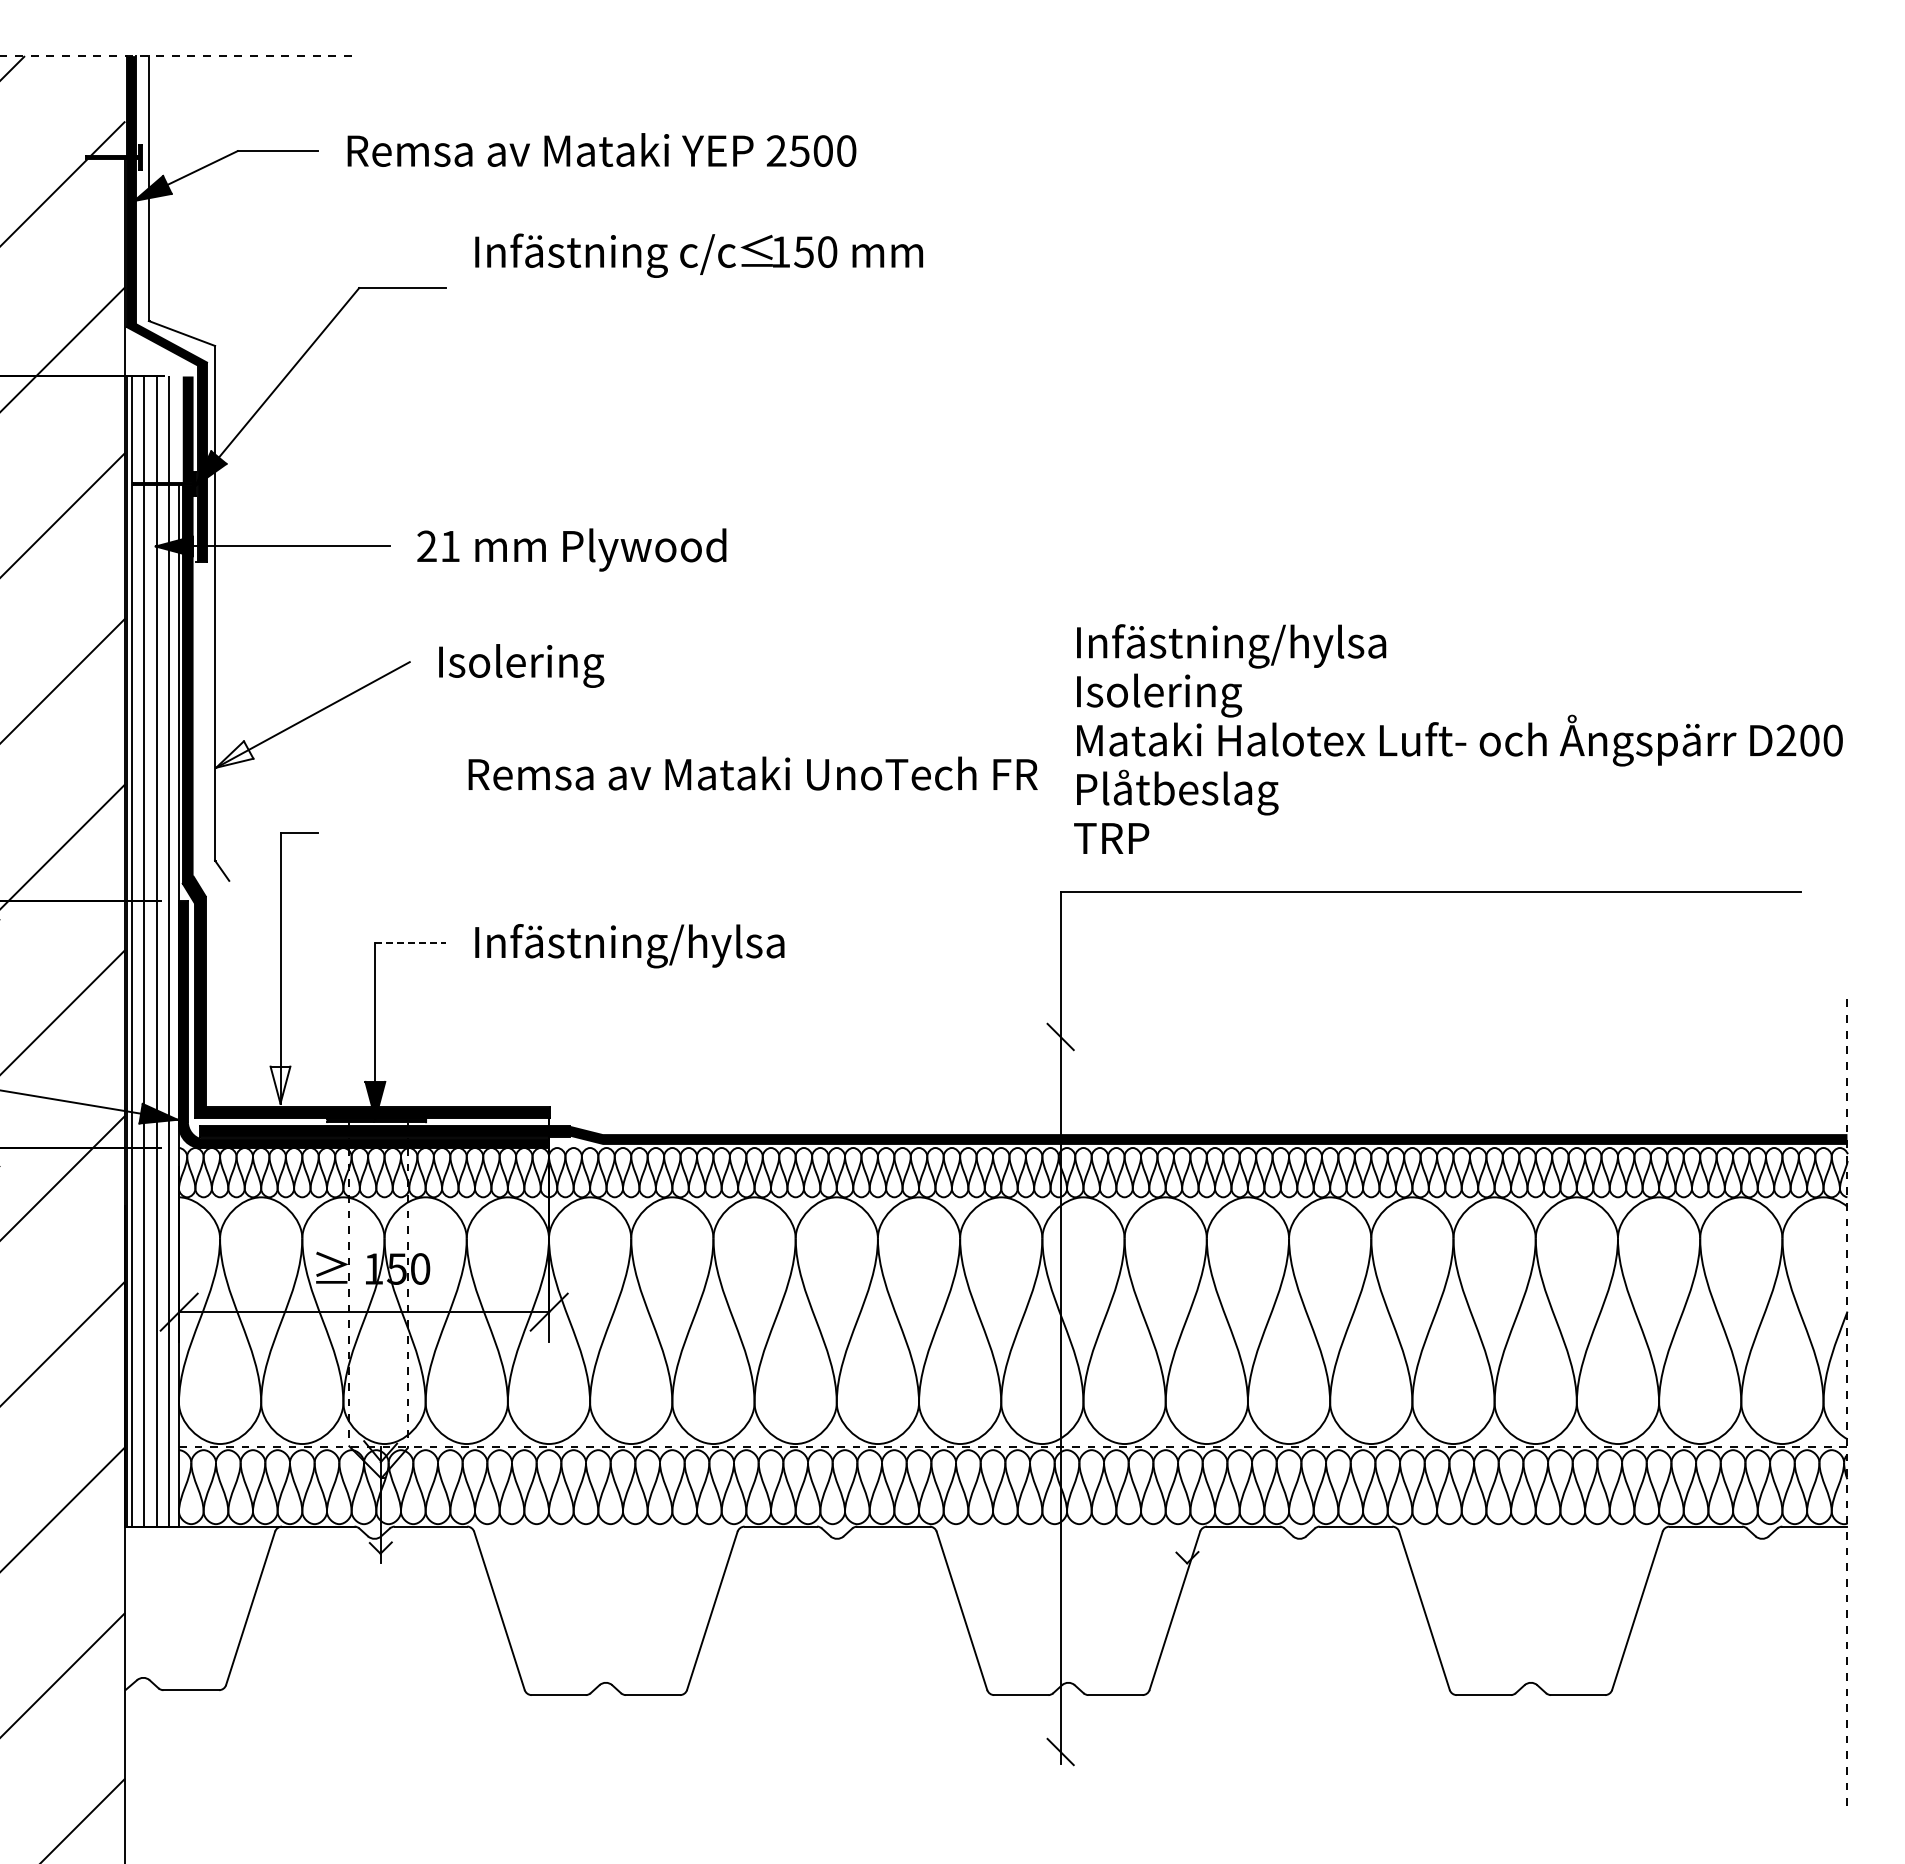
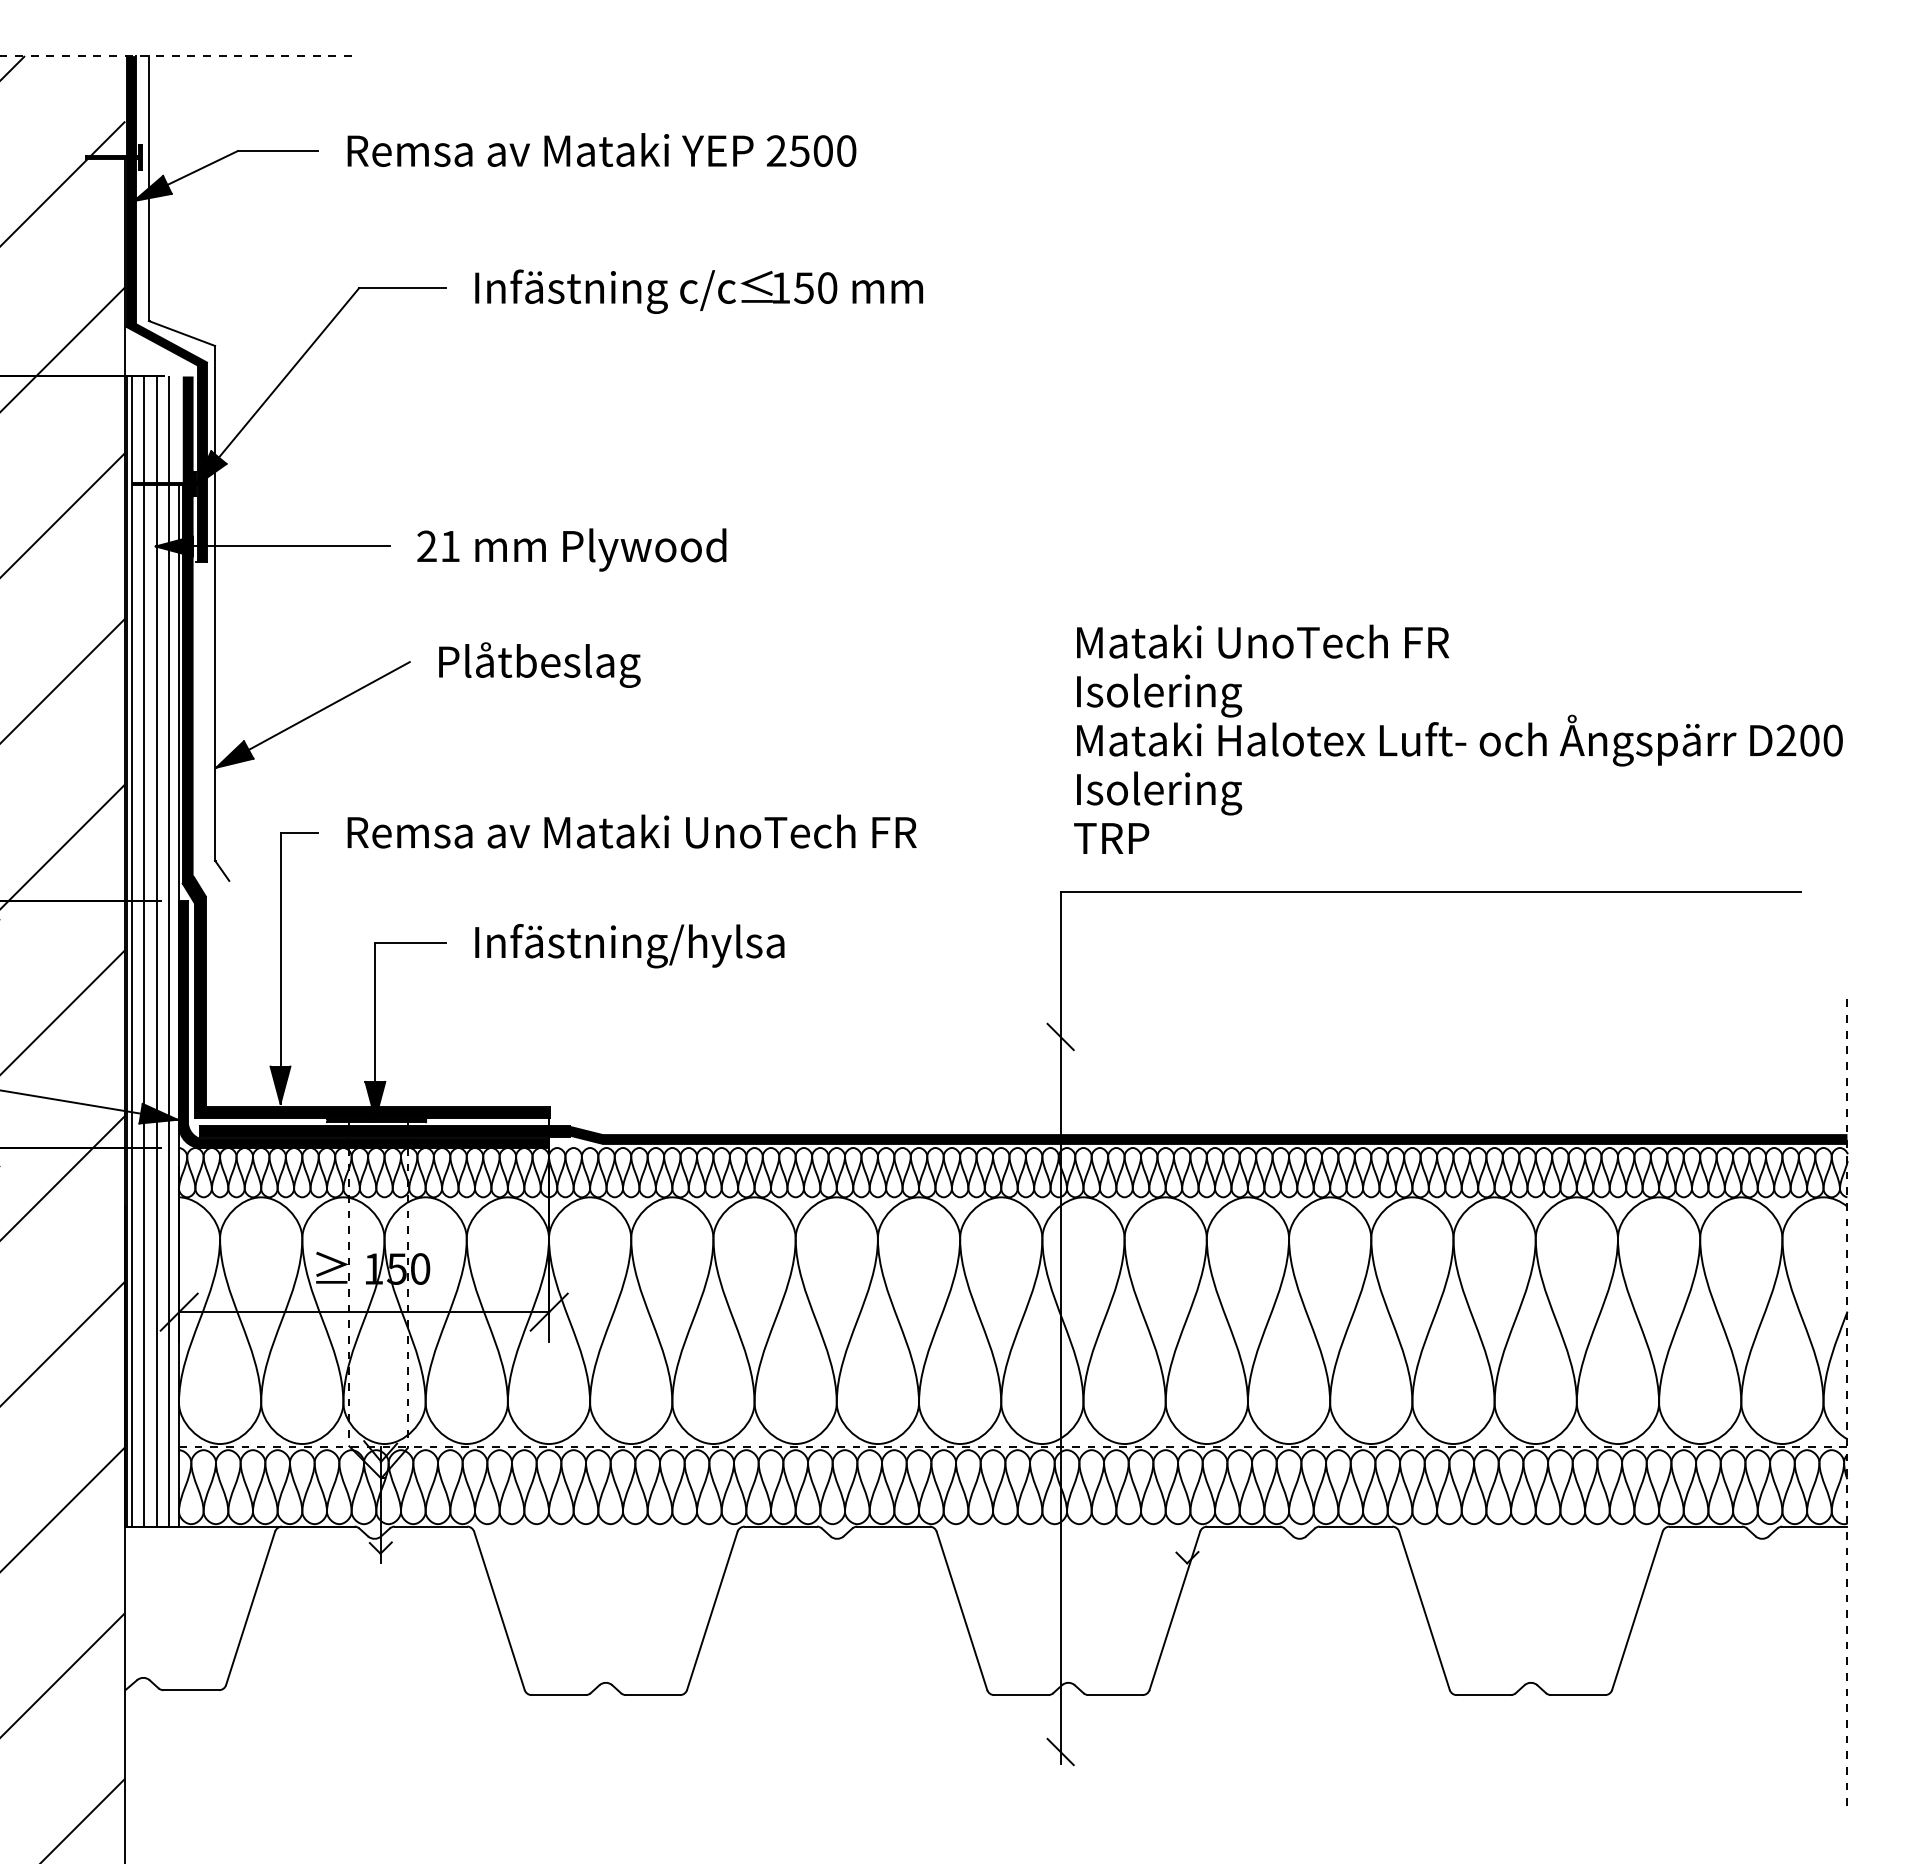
text at (698, 255) position: (698, 255) -> (698, 291)
text at (1264, 646): Infästning/hylsa -> Mataki UnoTech FR
text at (541, 664): Isolering -> Plåtbeslag
fill at (234, 754): none -> present
text at (752, 773) position: (752, 773) -> (631, 831)
text at (1179, 792): Plåtbeslag -> Isolering
line at (411, 942): dashed -> solid
fill at (280, 1084): none -> present
